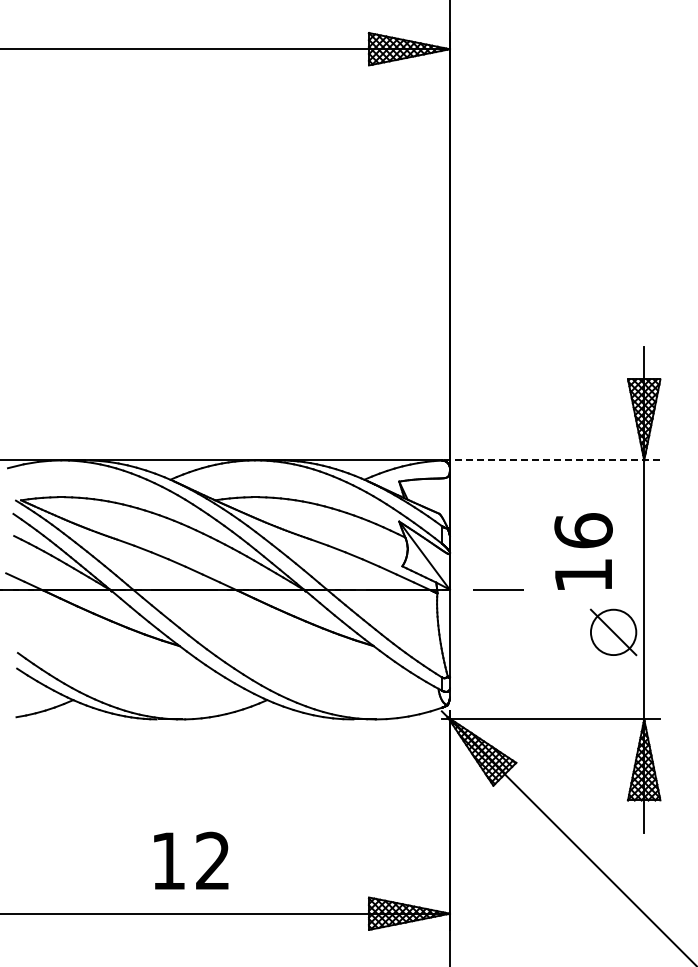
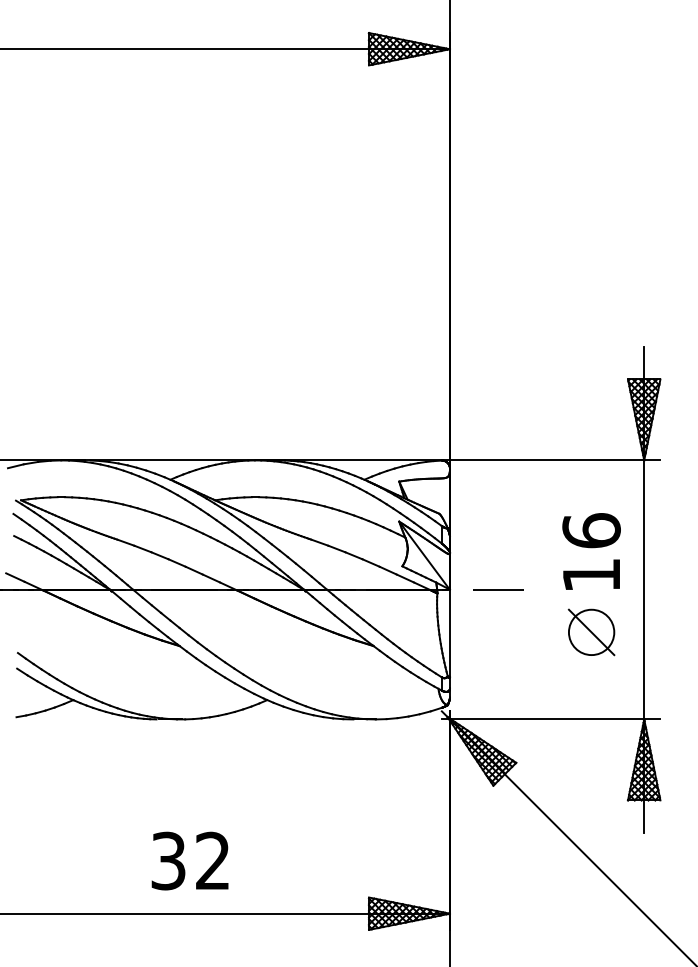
line at (550, 460): dashed -> solid
text at (583, 551) position: (583, 551) -> (591, 551)
part at (613, 632) position: (613, 632) -> (591, 632)
text at (168, 860): 12 -> 32
